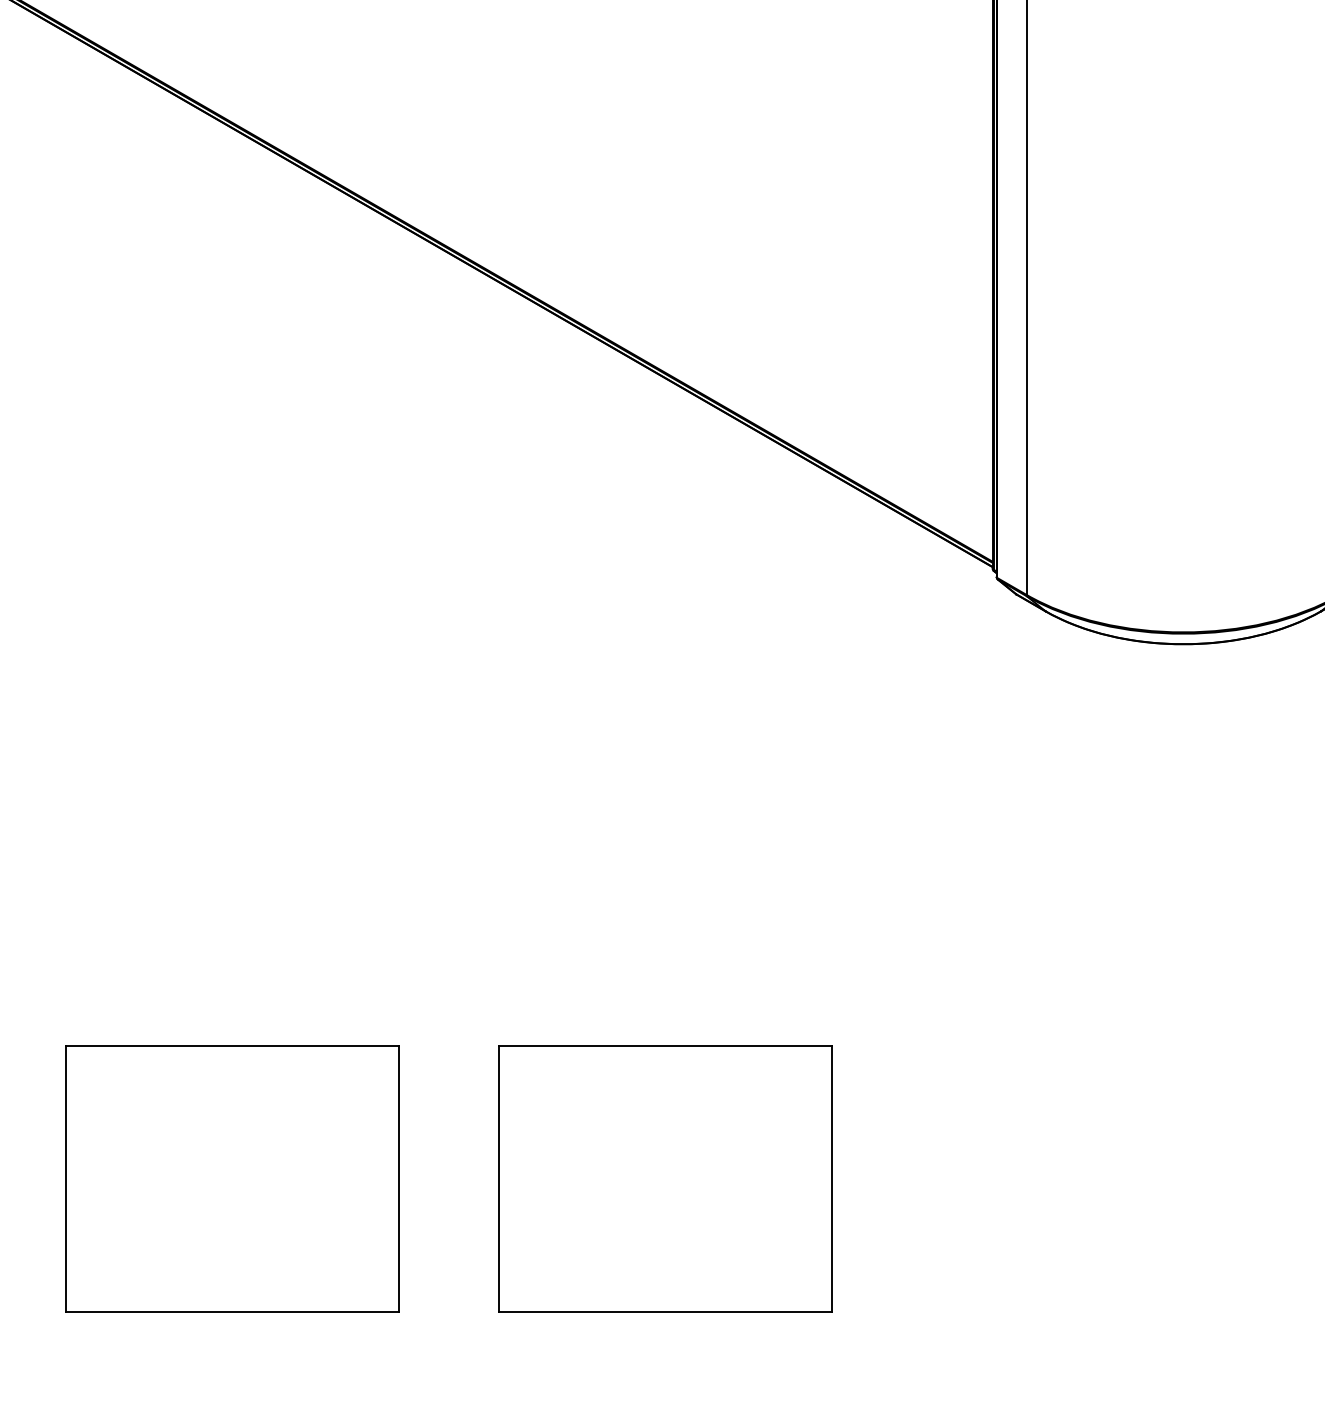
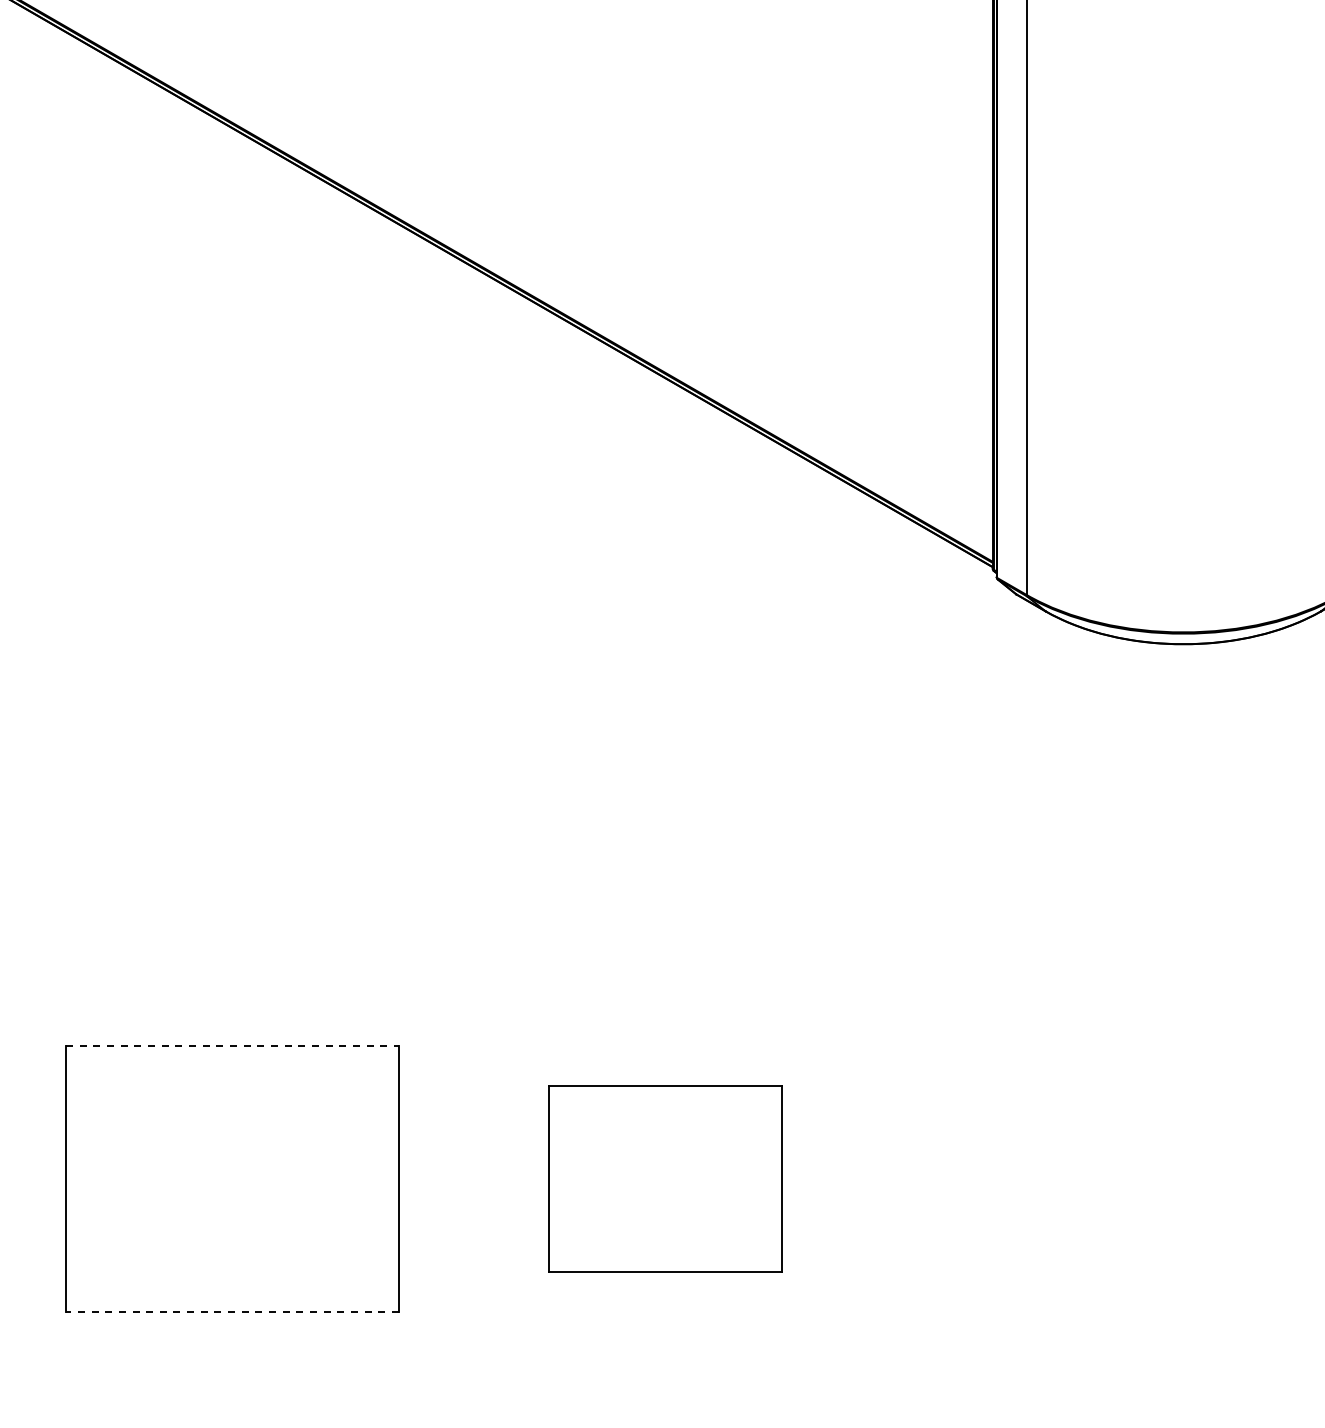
line at (233, 1046): solid -> dashed
part at (665, 1178) size: 335x268 px -> 235x188 px
line at (232, 1312): solid -> dashed
